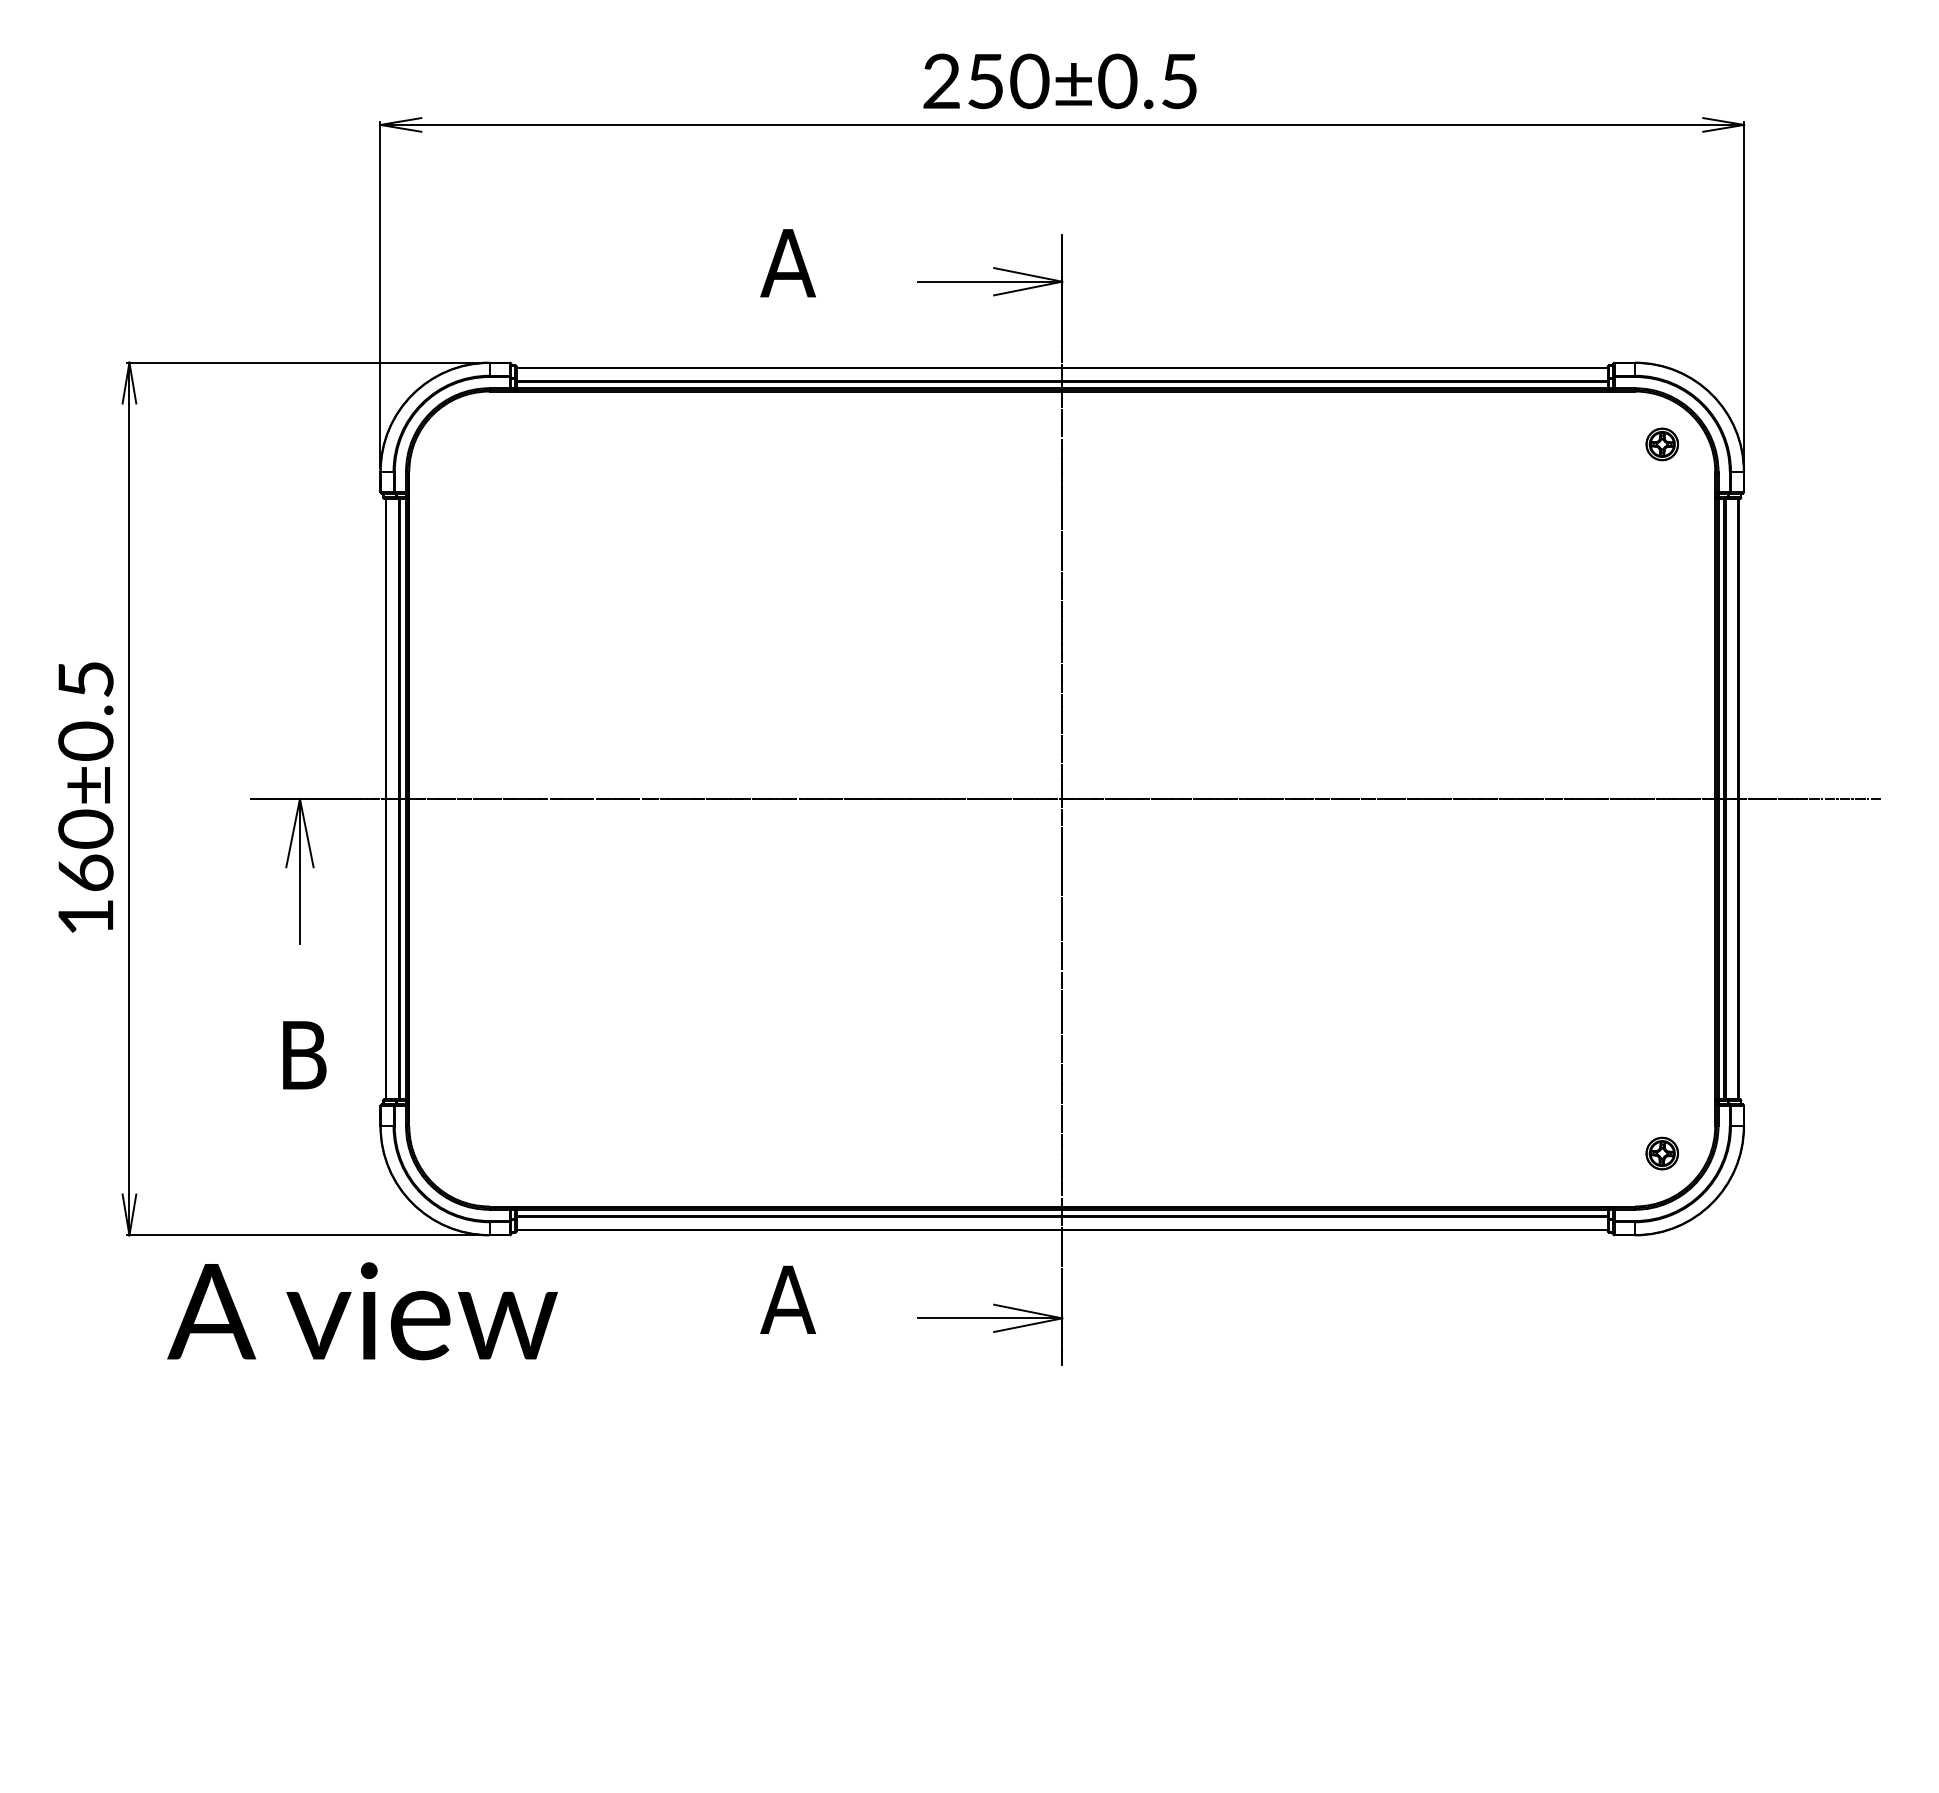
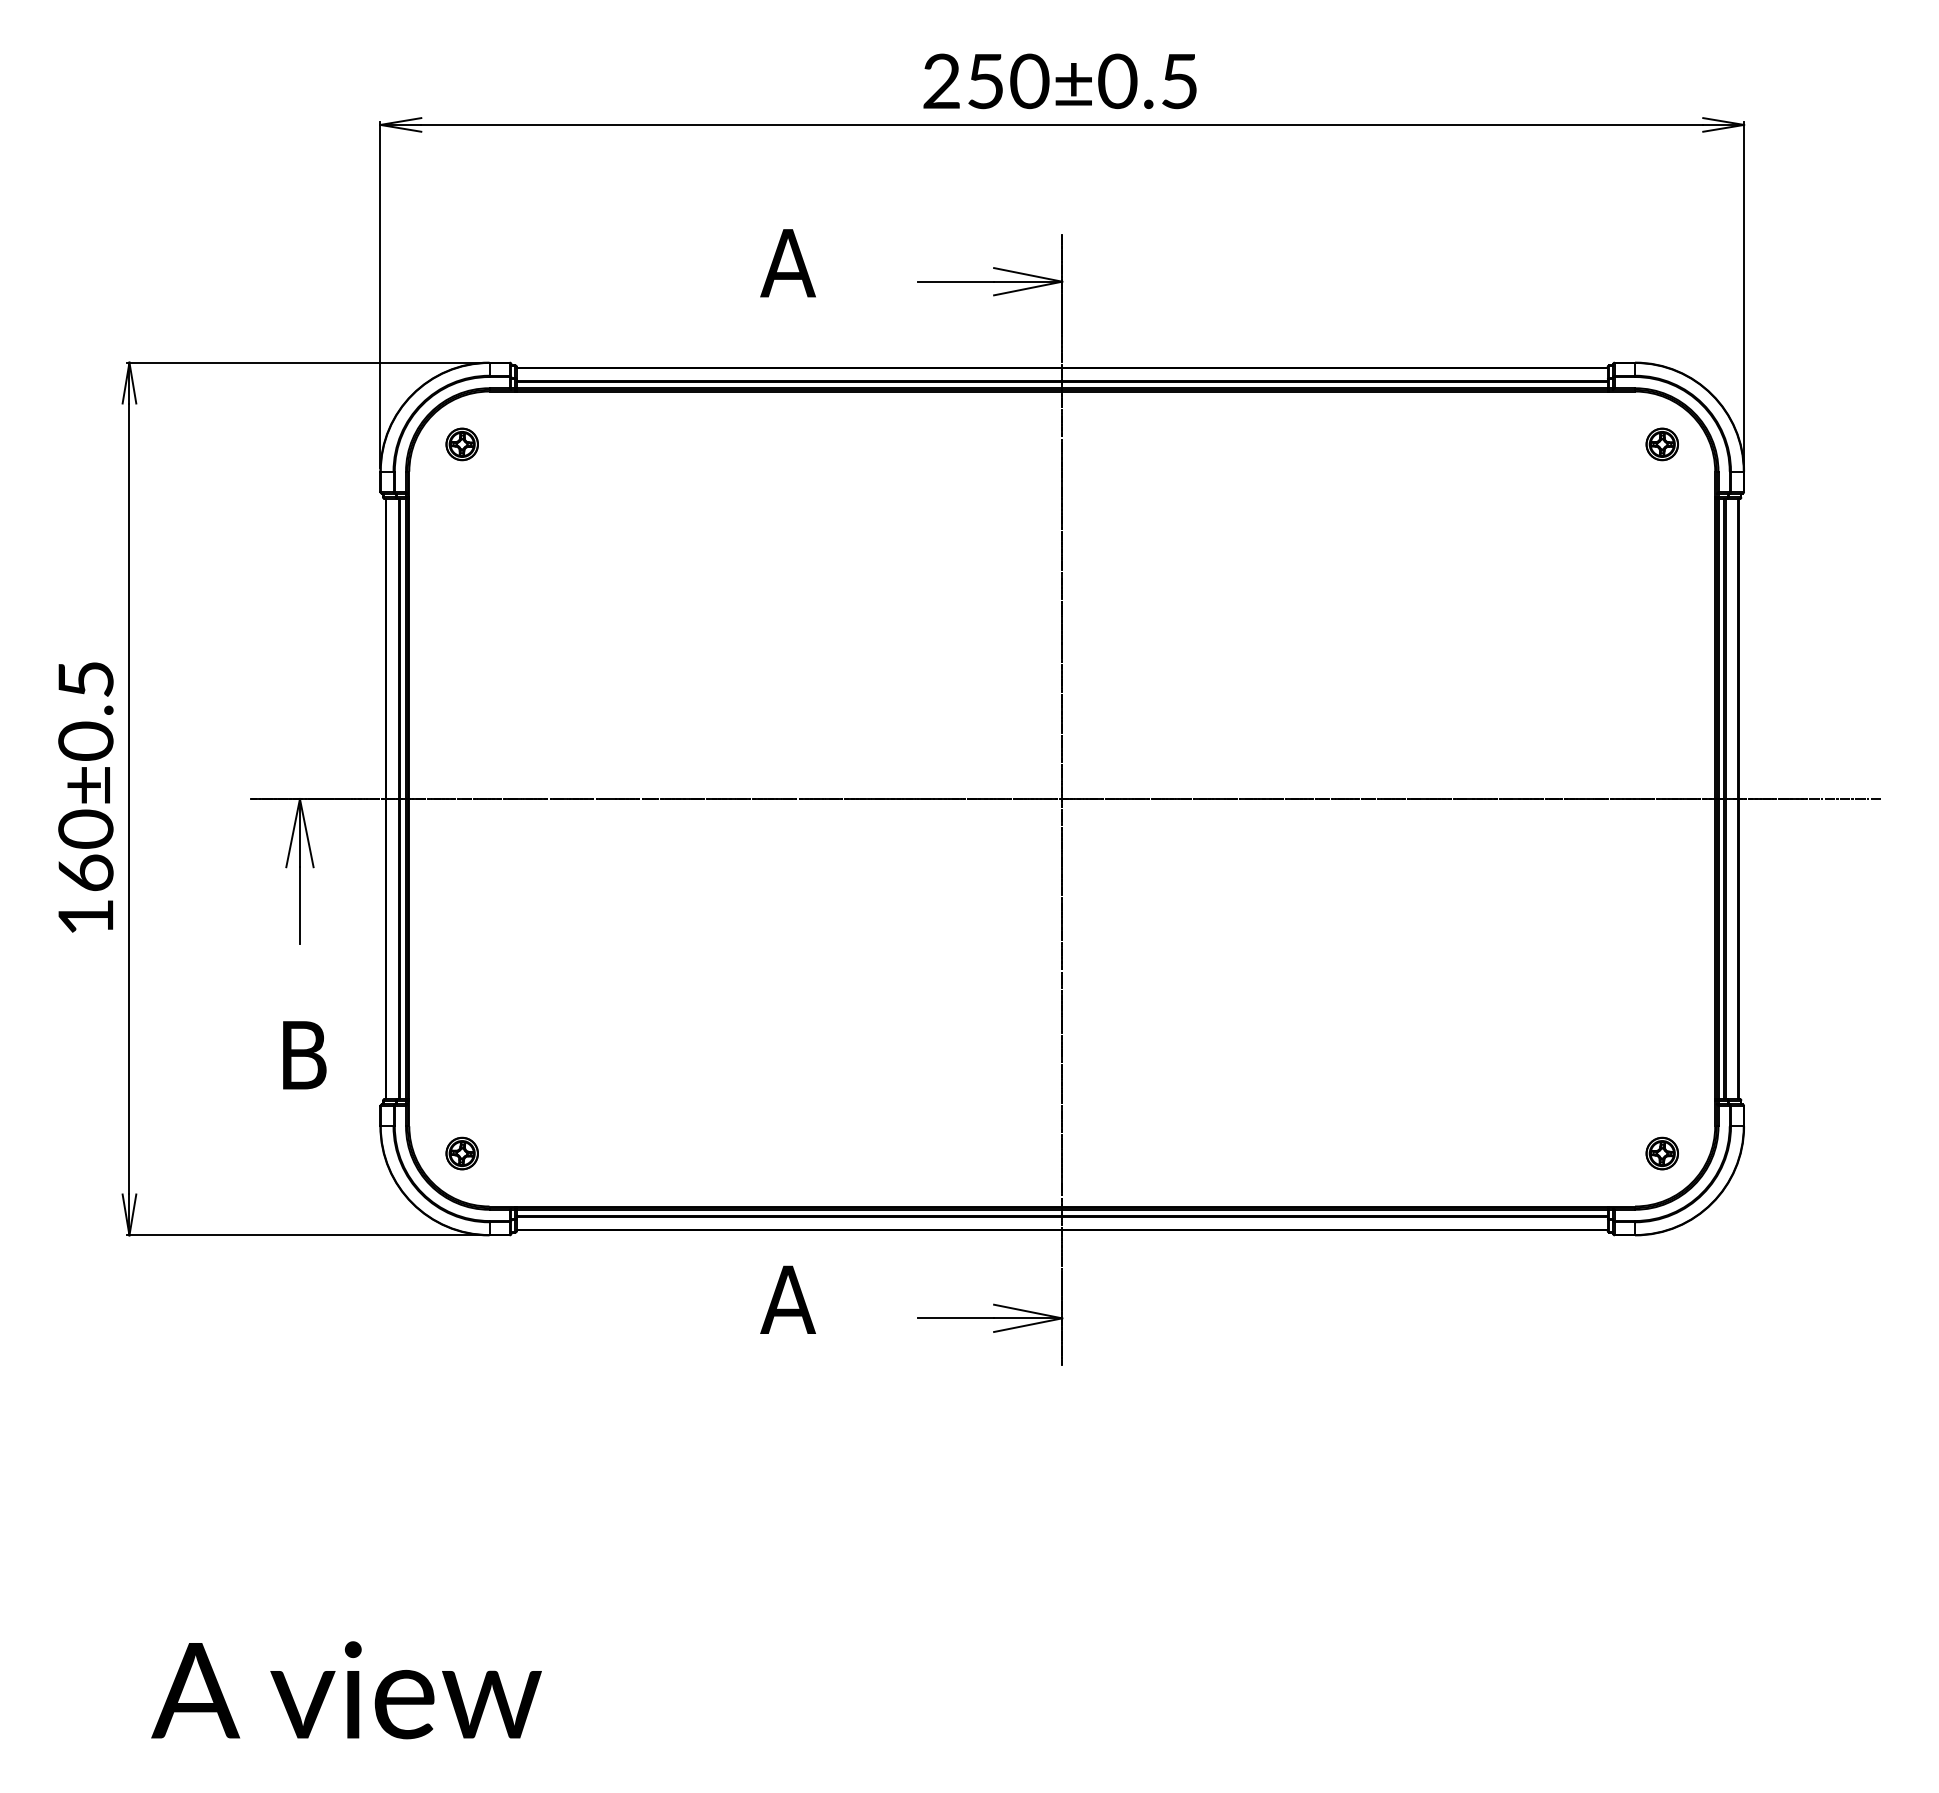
part at (461, 444): none -> present
part at (461, 1153): none -> present
text at (362, 1311) position: (362, 1311) -> (346, 1690)
